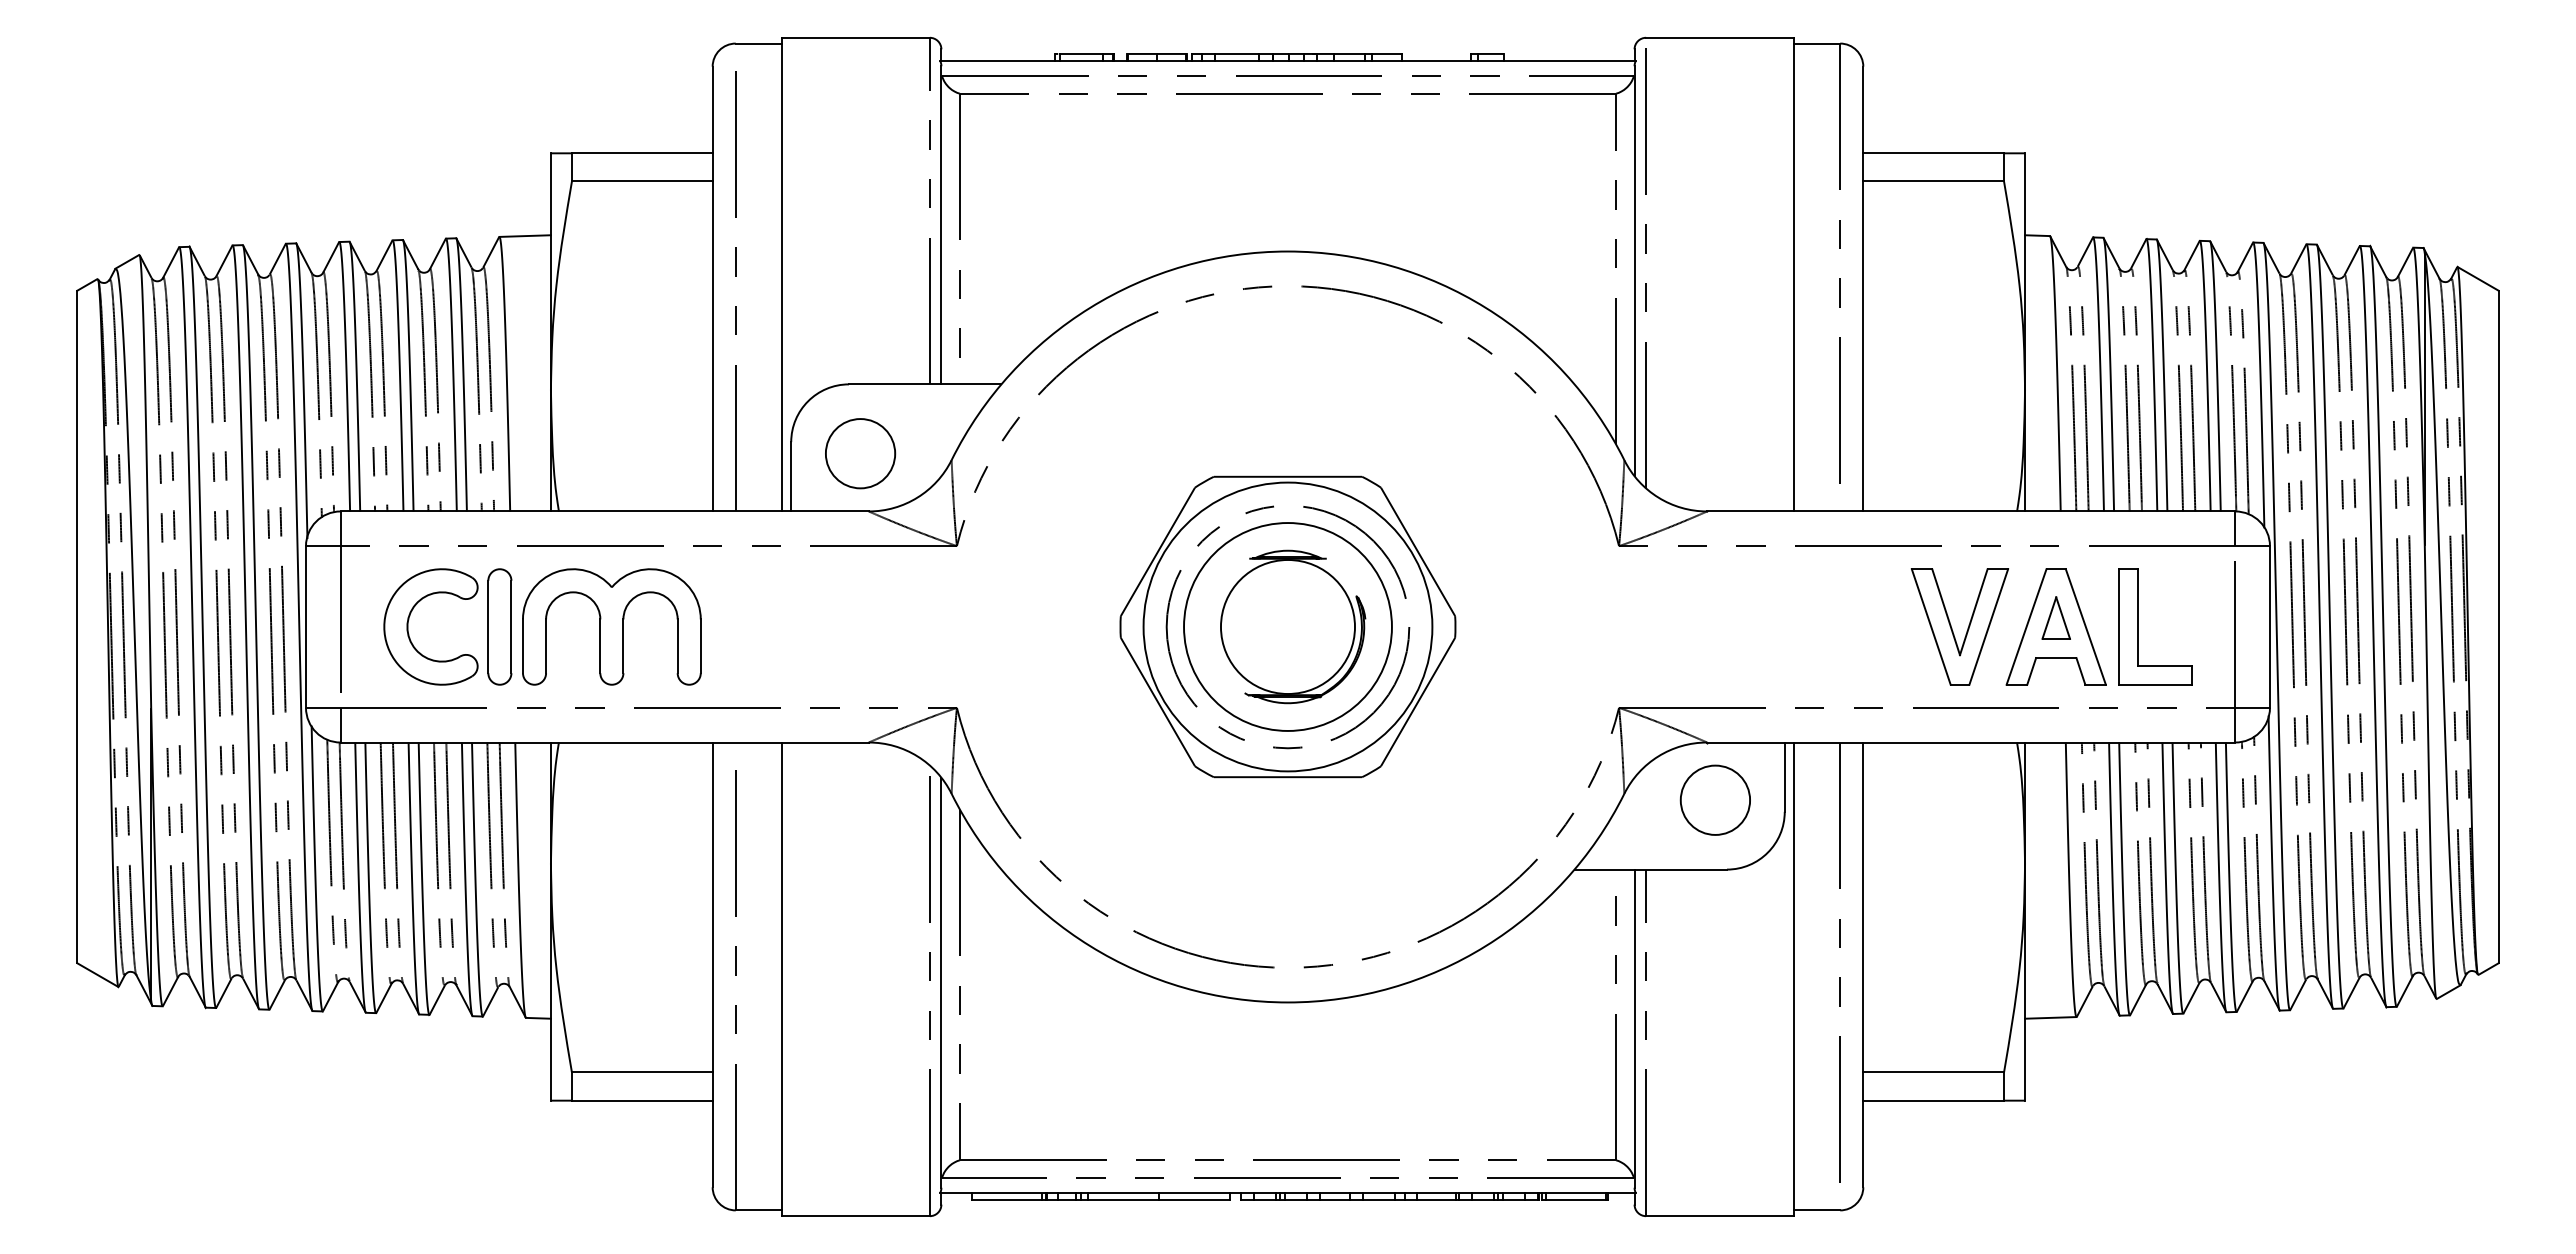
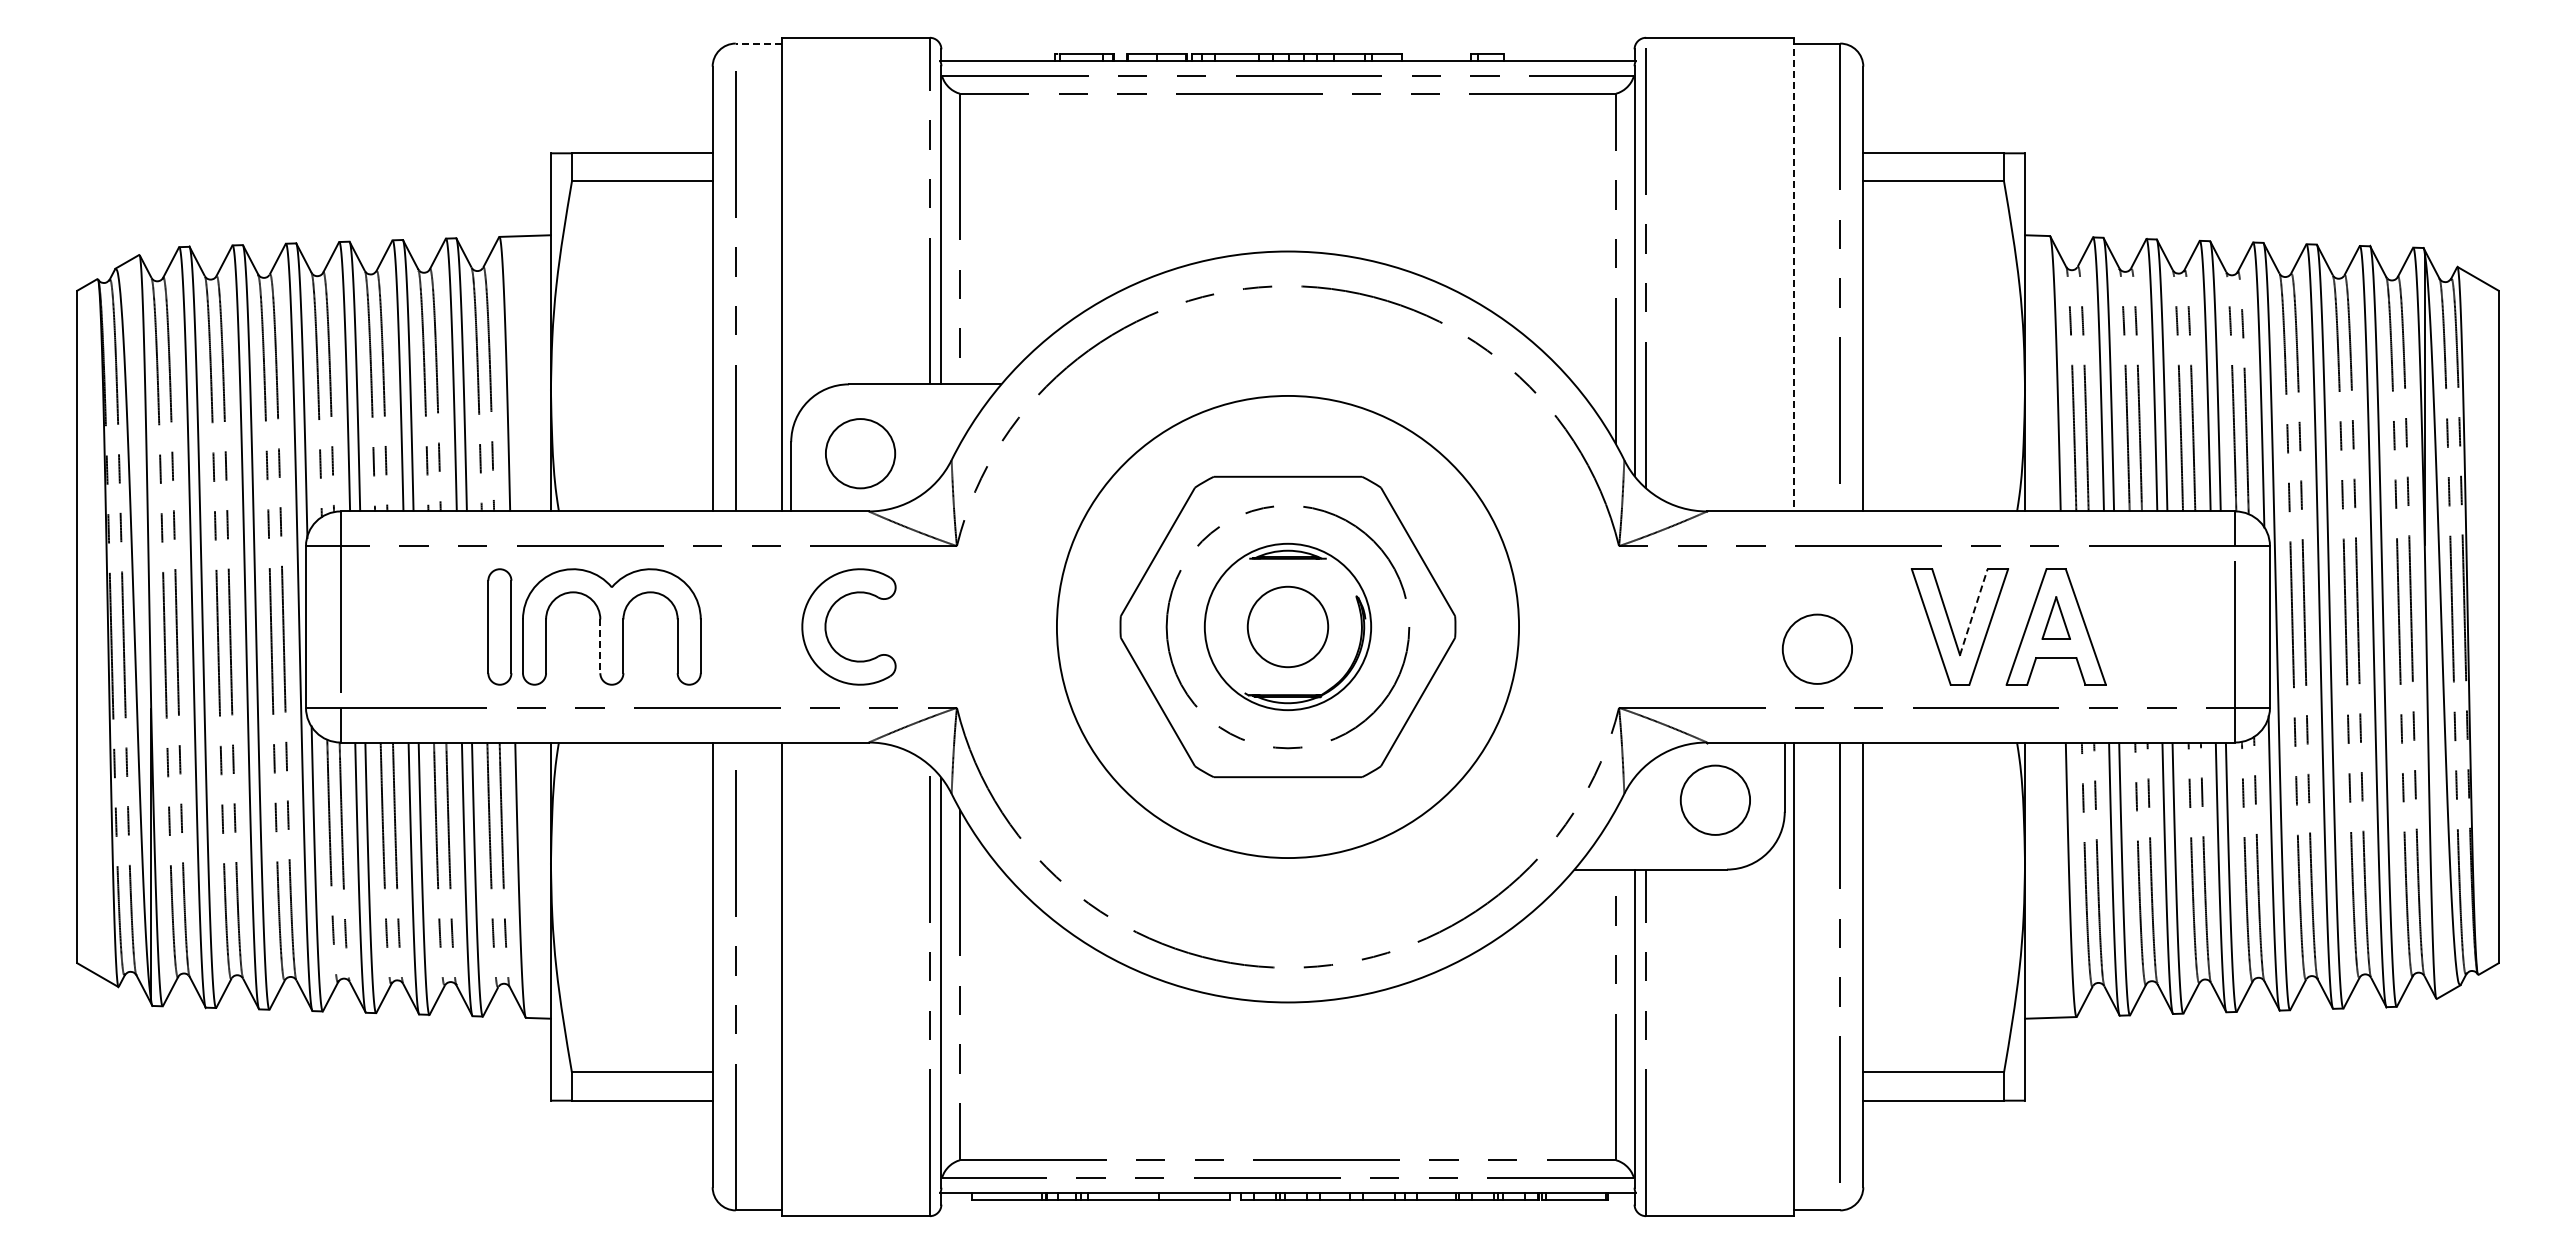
line at (758, 43): solid -> dashed
line at (1794, 274): solid -> dashed
line at (1973, 611): solid -> dashed
part at (408, 626) position: (408, 626) -> (826, 626)
circle at (1287, 626) diameter: 134 px -> 80 px
circle at (1287, 626) diameter: 208 px -> 166 px
circle at (1287, 626) diameter: 289 px -> 462 px
part at (2138, 626): present -> none
line at (600, 646): solid -> dashed
circle at (1816, 648): none -> present
